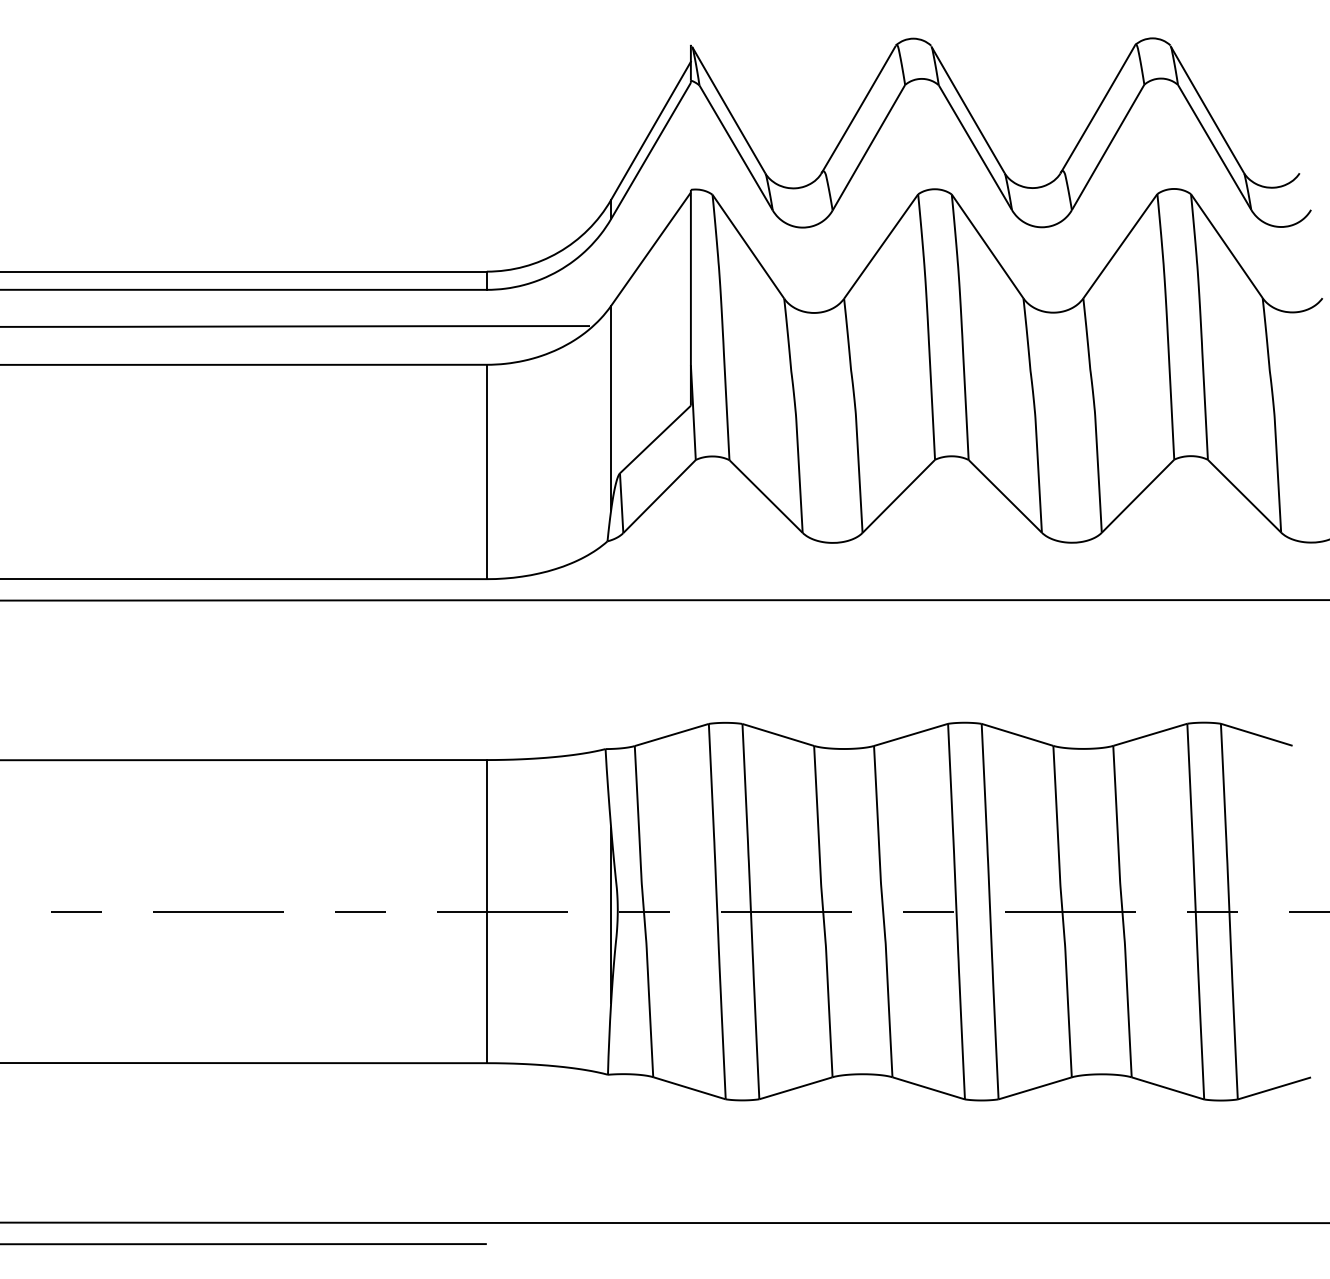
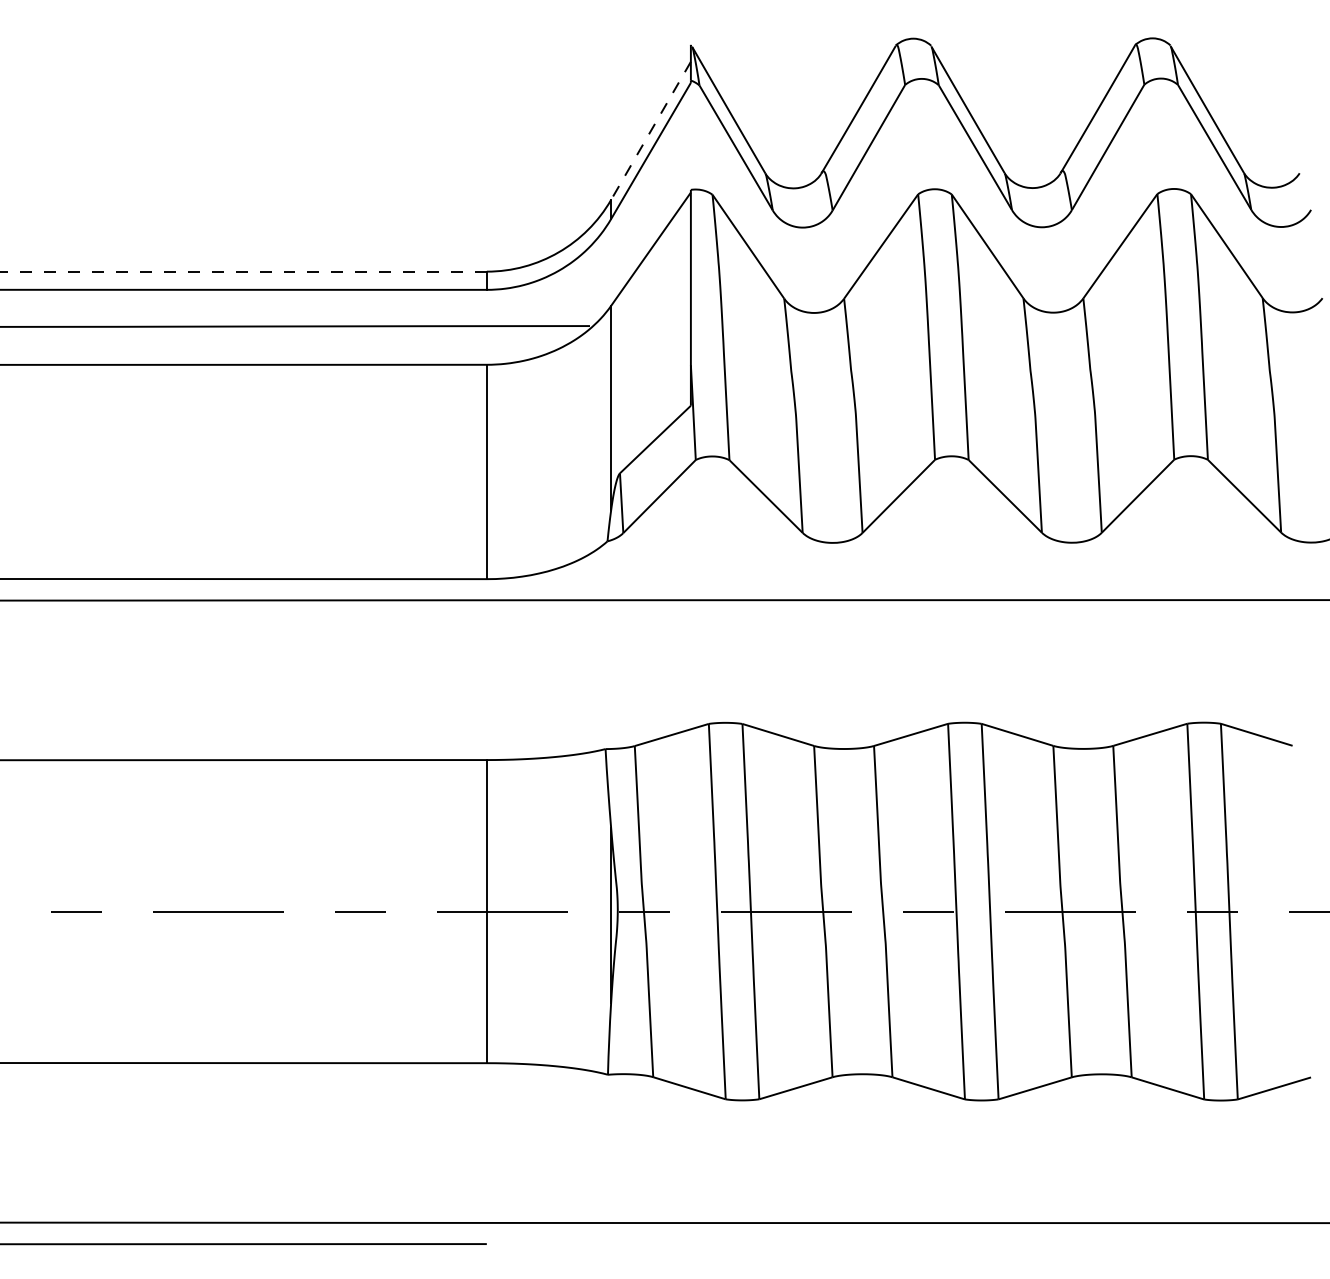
line at (651, 130): solid -> dashed
line at (243, 271): solid -> dashed
